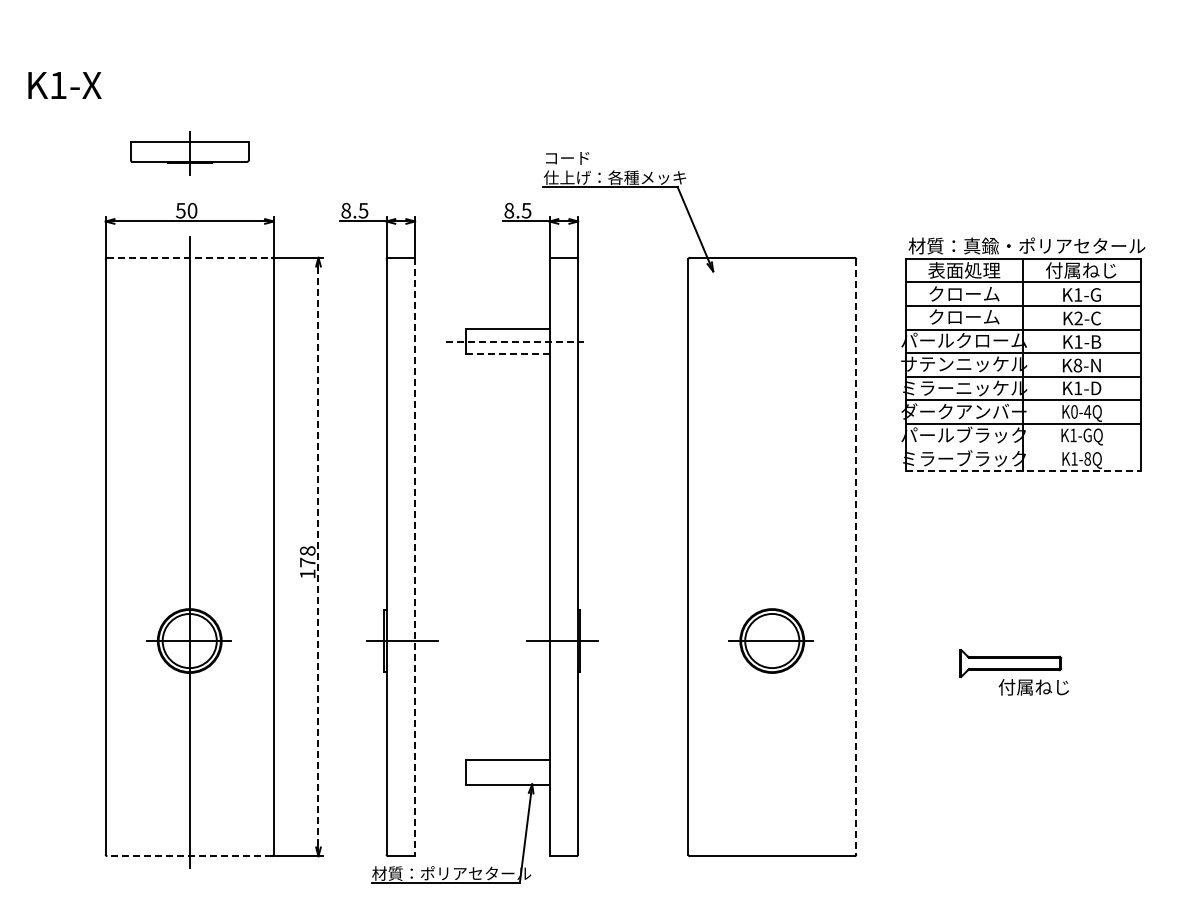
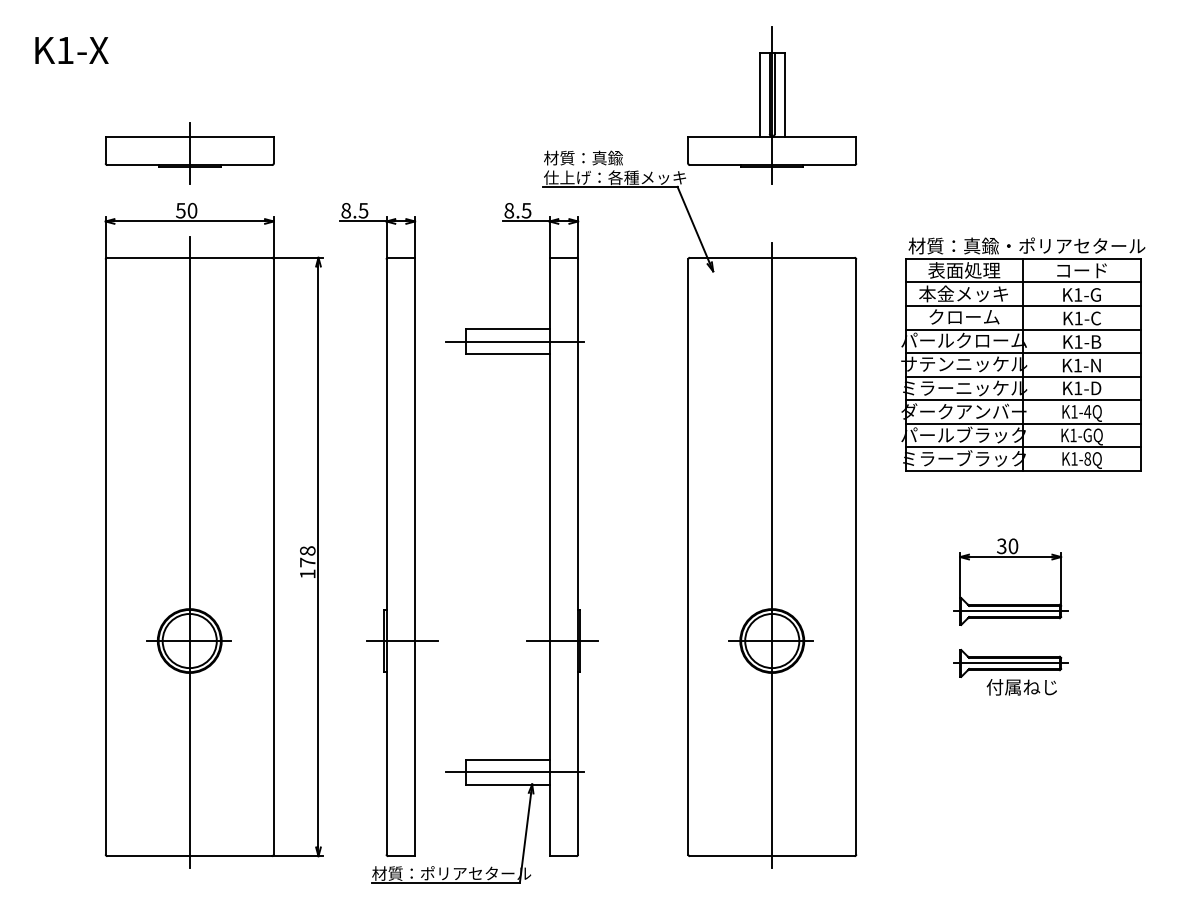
text at (64, 85) position: (64, 85) -> (71, 50)
part at (772, 105): none -> present
part at (189, 153) size: 120x45 px -> 170x63 px
text at (583, 157): コード -> 材質：真鍮
line at (190, 257): dashed -> solid
text at (1081, 270): 付属ねじ -> コード
text at (963, 293): クローム -> 本金メッキ
text at (1078, 318): K2-C -> K1-C
line at (514, 341): dashed -> solid
line at (507, 354): dashed -> solid
text at (1077, 365): K8-N -> K1-N
text at (1074, 411): K0-4Q -> K1-4Q
line at (1023, 447): none -> present
line at (1023, 470): dashed -> solid
line at (772, 555): none -> present
line at (856, 556): dashed -> solid
line at (318, 557): dashed -> solid
line at (415, 557): dashed -> solid
part at (1010, 581): none -> present
line at (1010, 663): none -> present
text at (1033, 687) position: (1033, 687) -> (1021, 687)
line at (514, 772): none -> present
line at (189, 856): dashed -> solid
